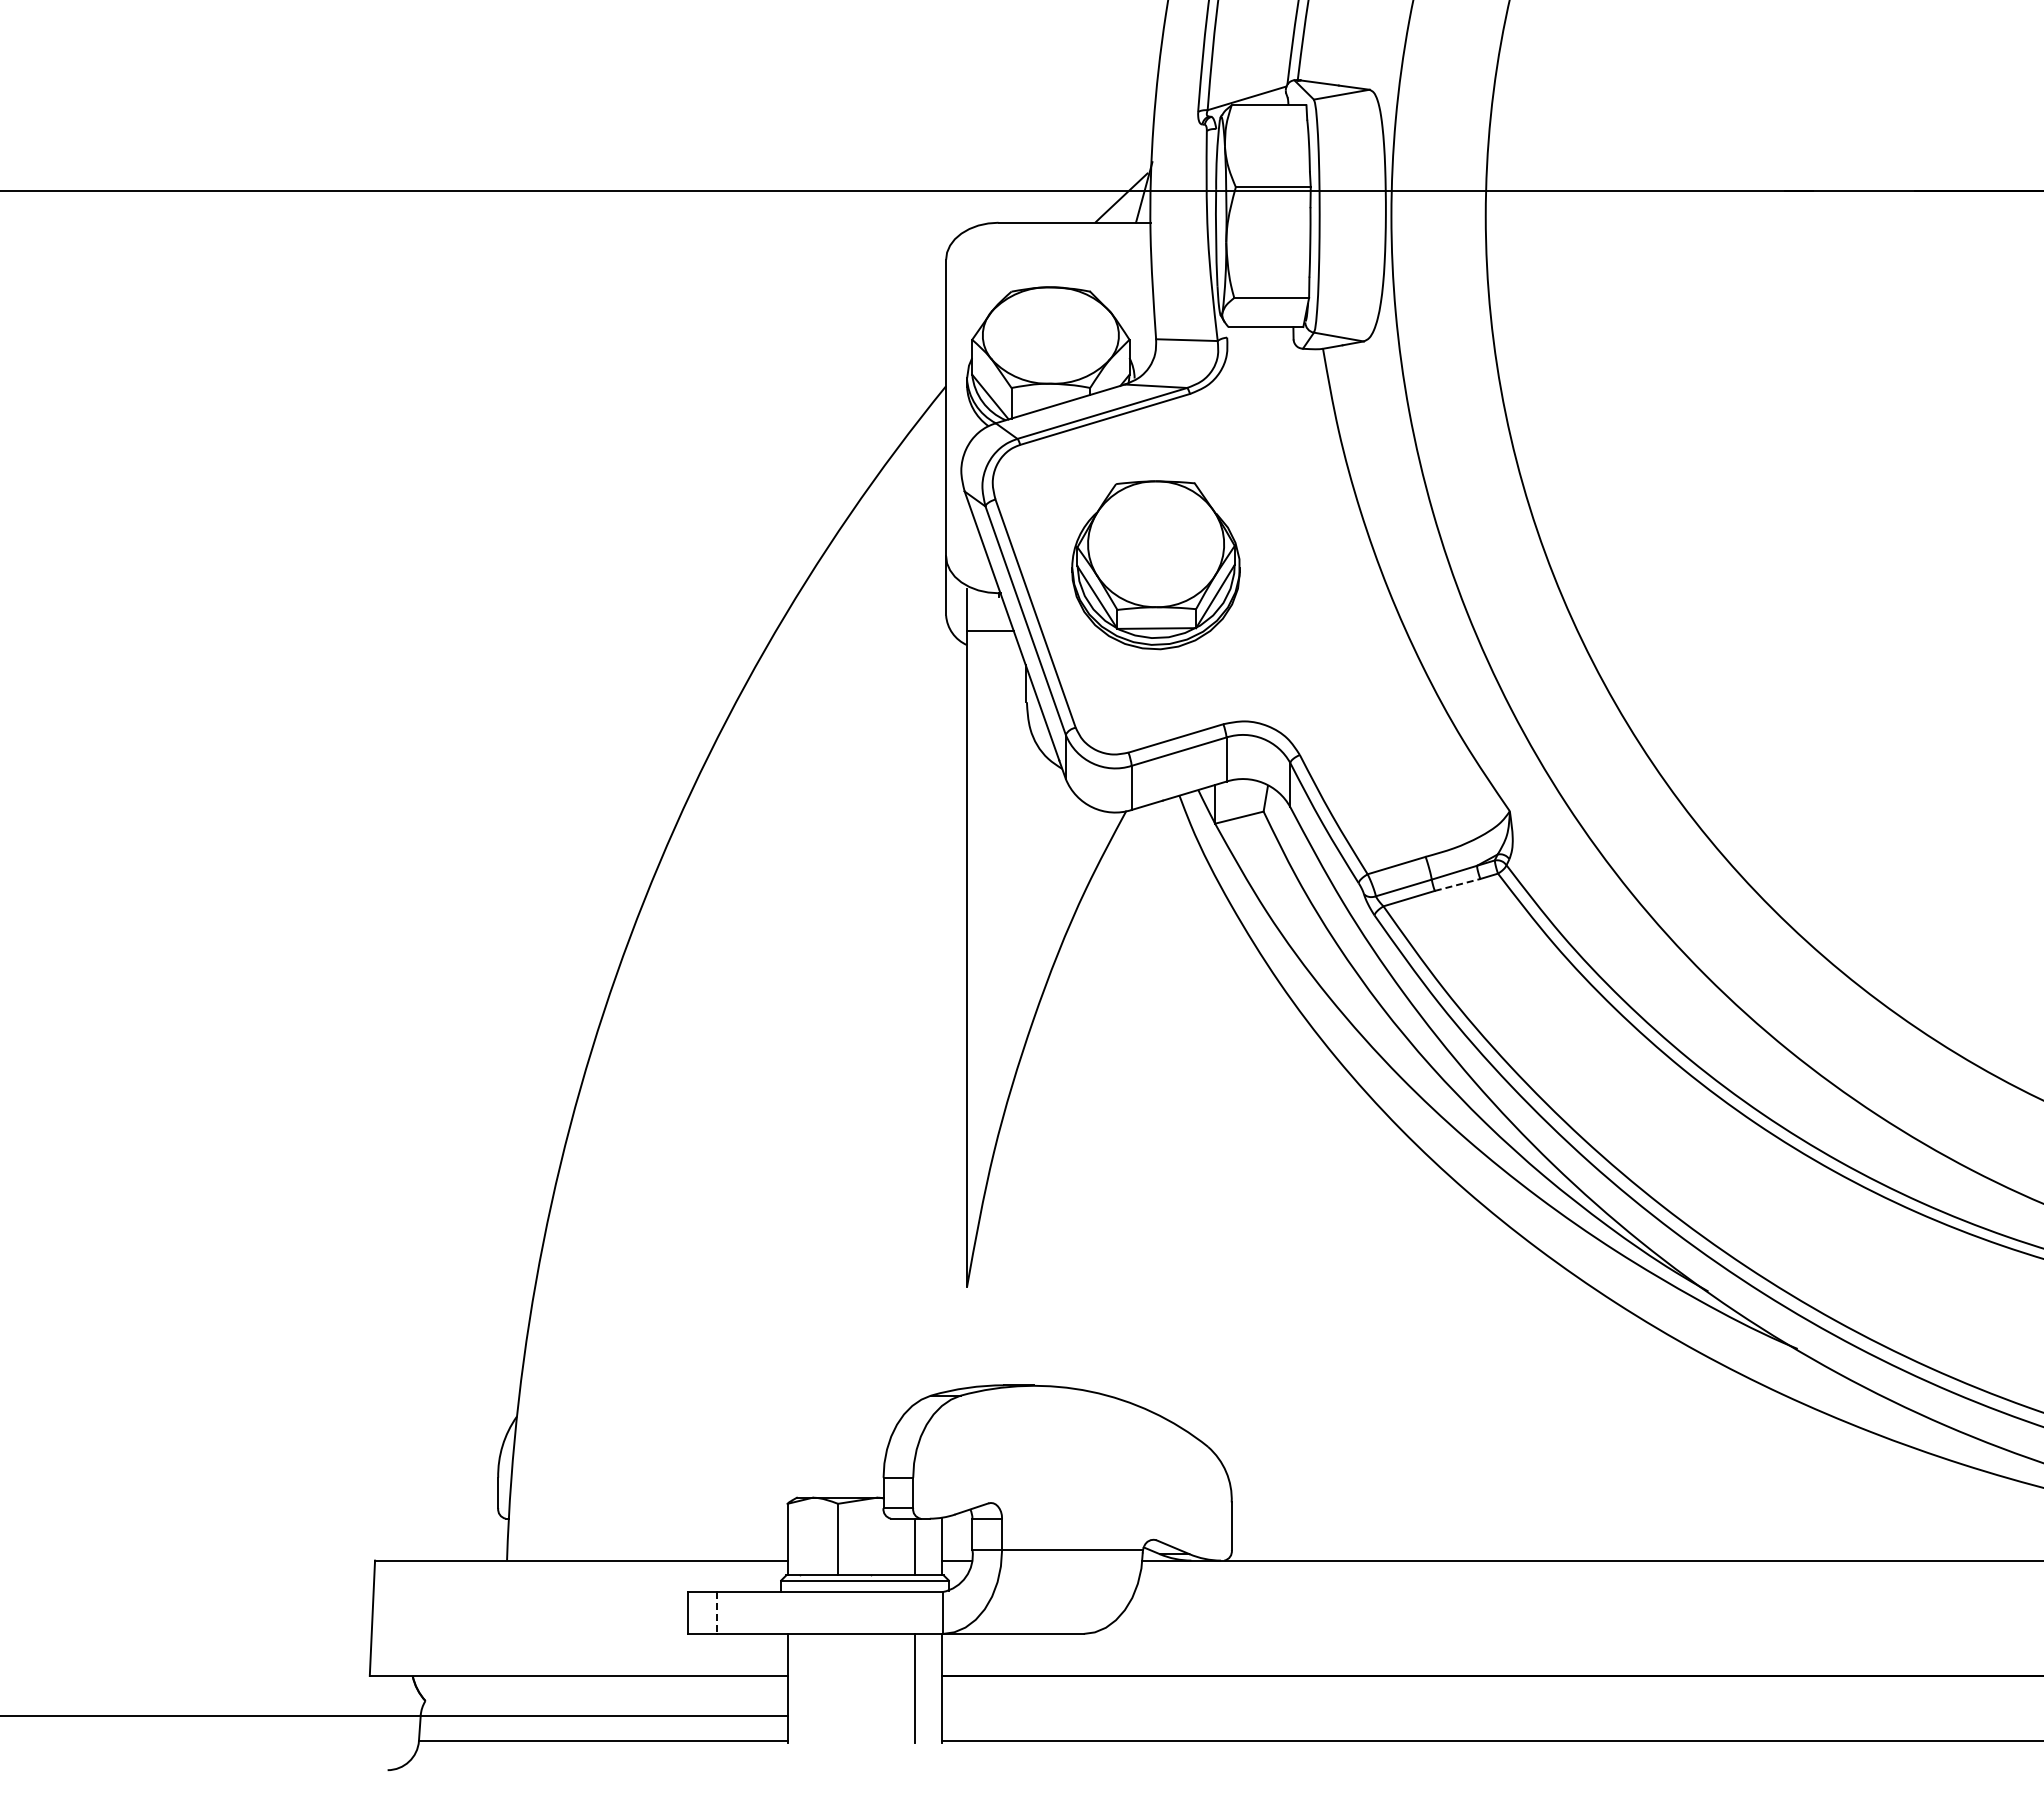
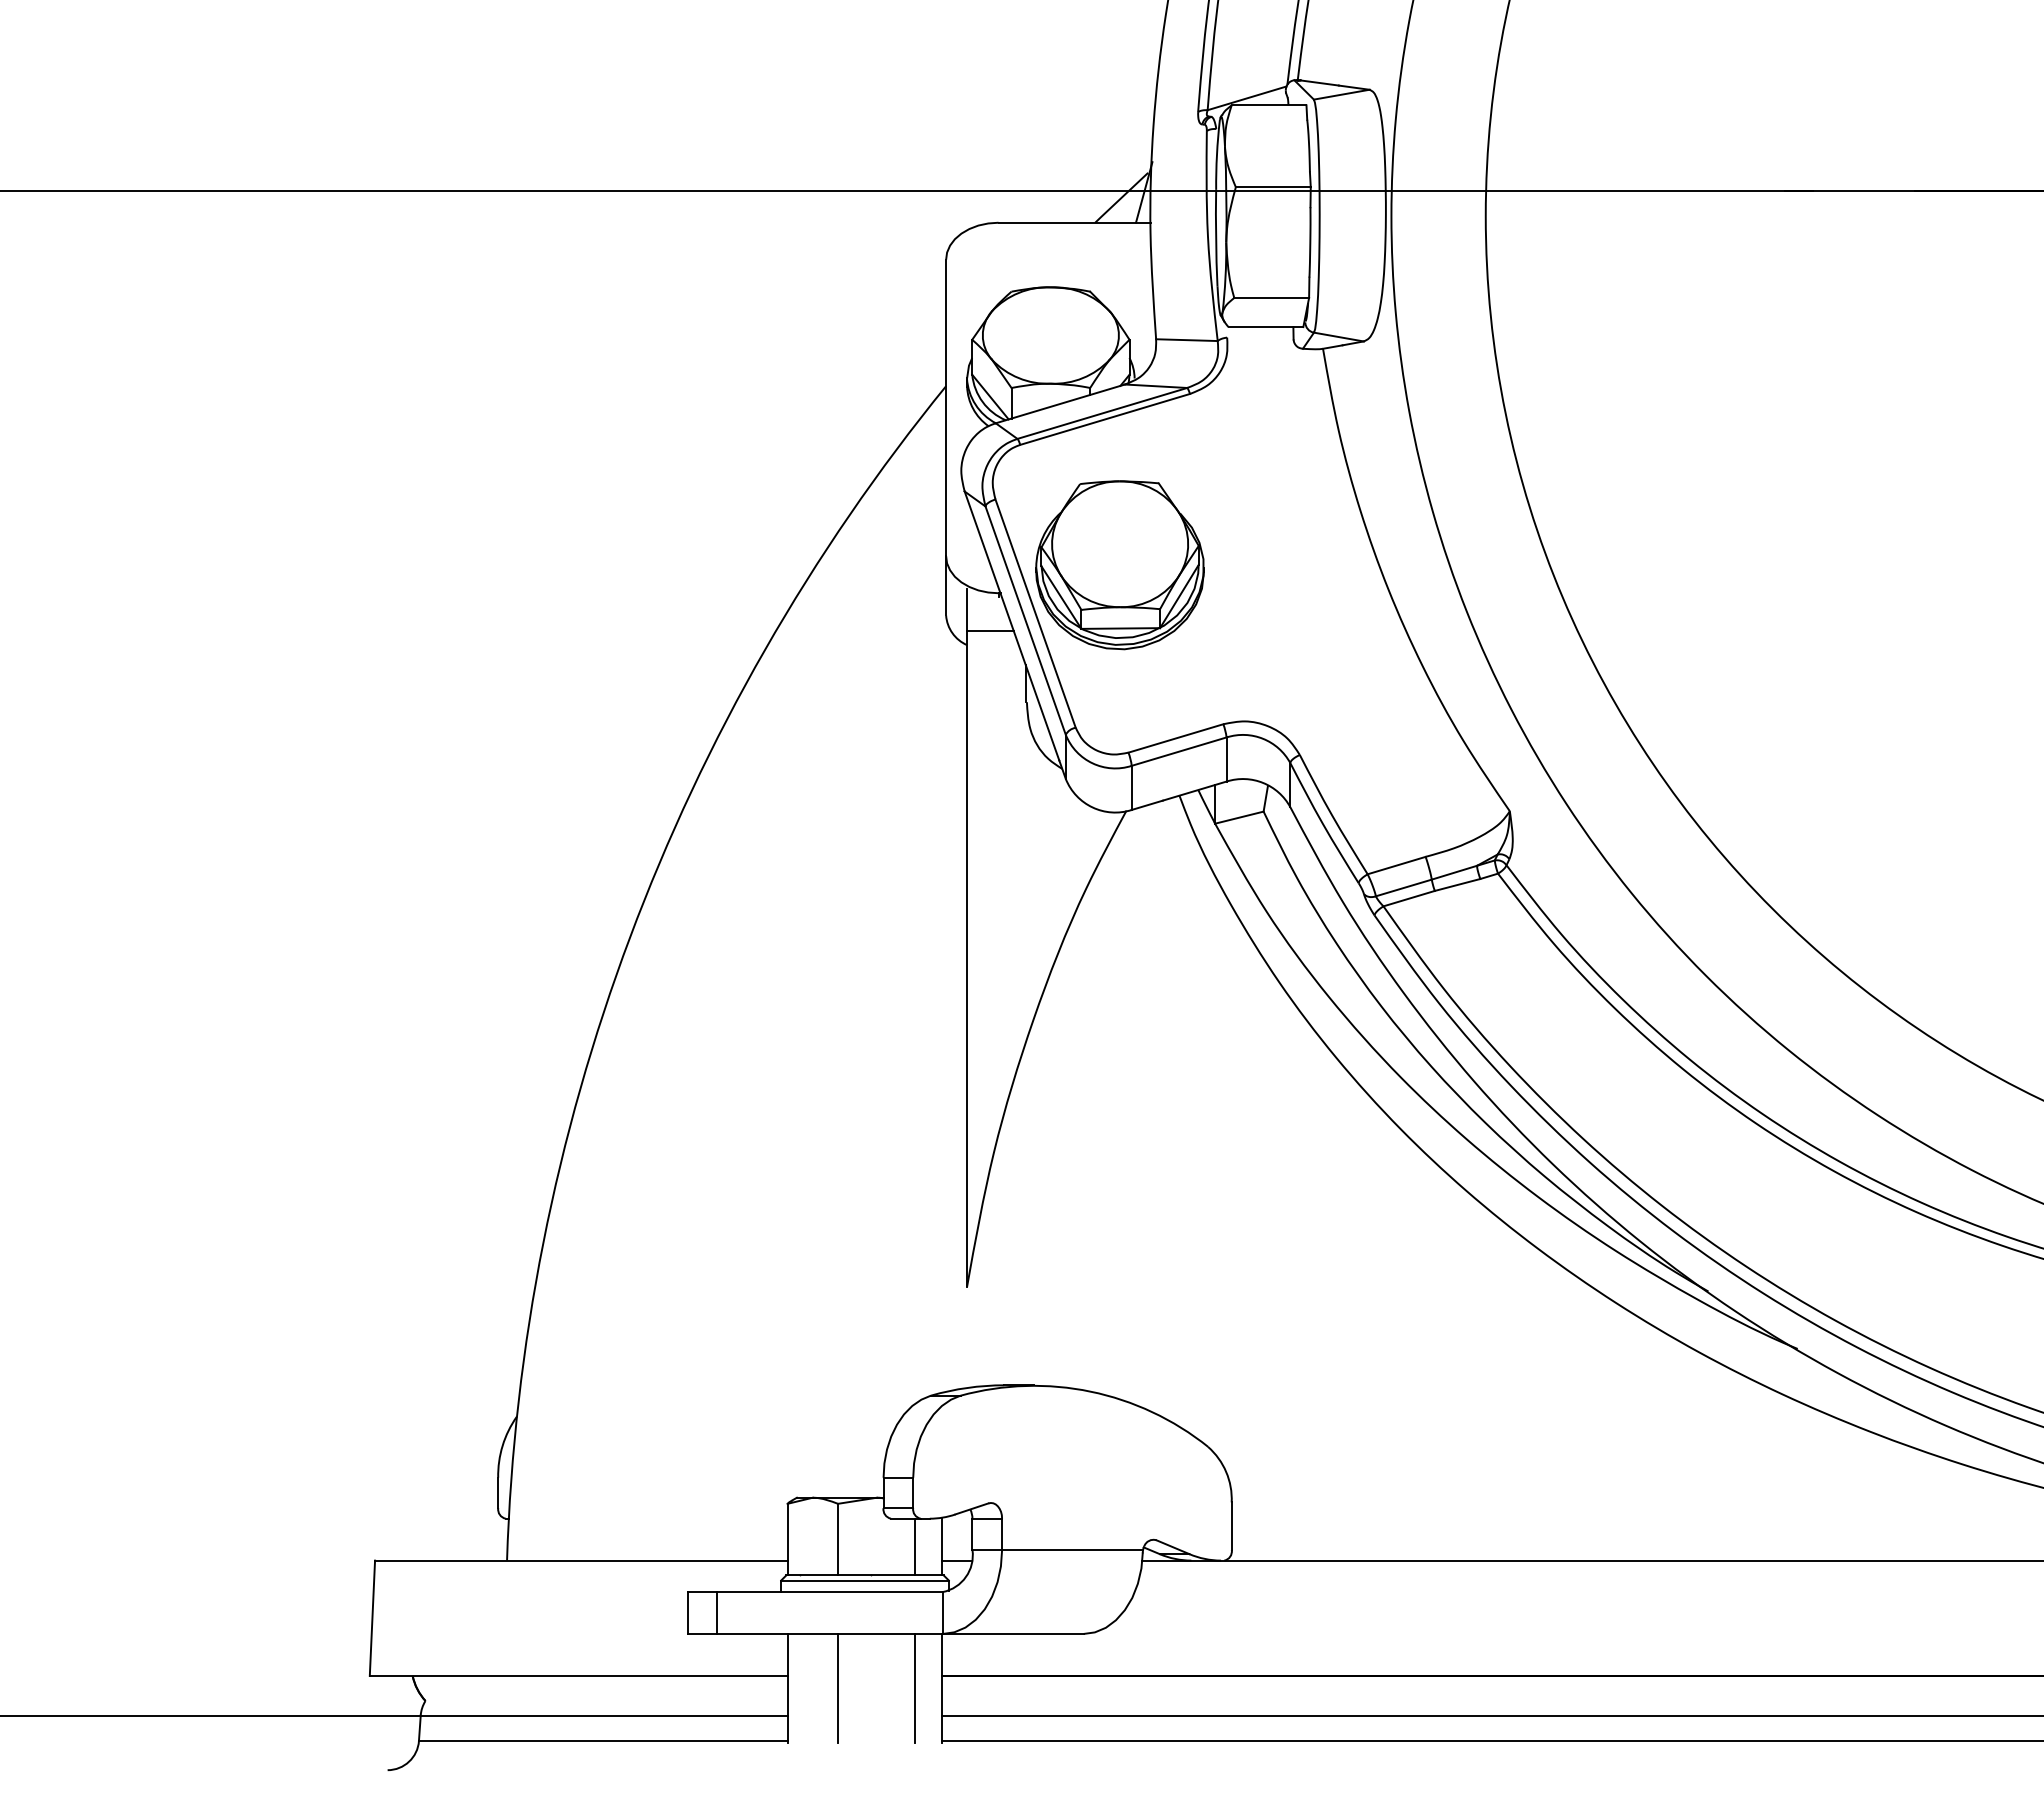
part at (1155, 565) position: (1155, 565) -> (1119, 565)
line at (1457, 884): dashed -> solid
line at (716, 1613): dashed -> solid
line at (837, 1688): none -> present
line at (1491, 1715): none -> present
